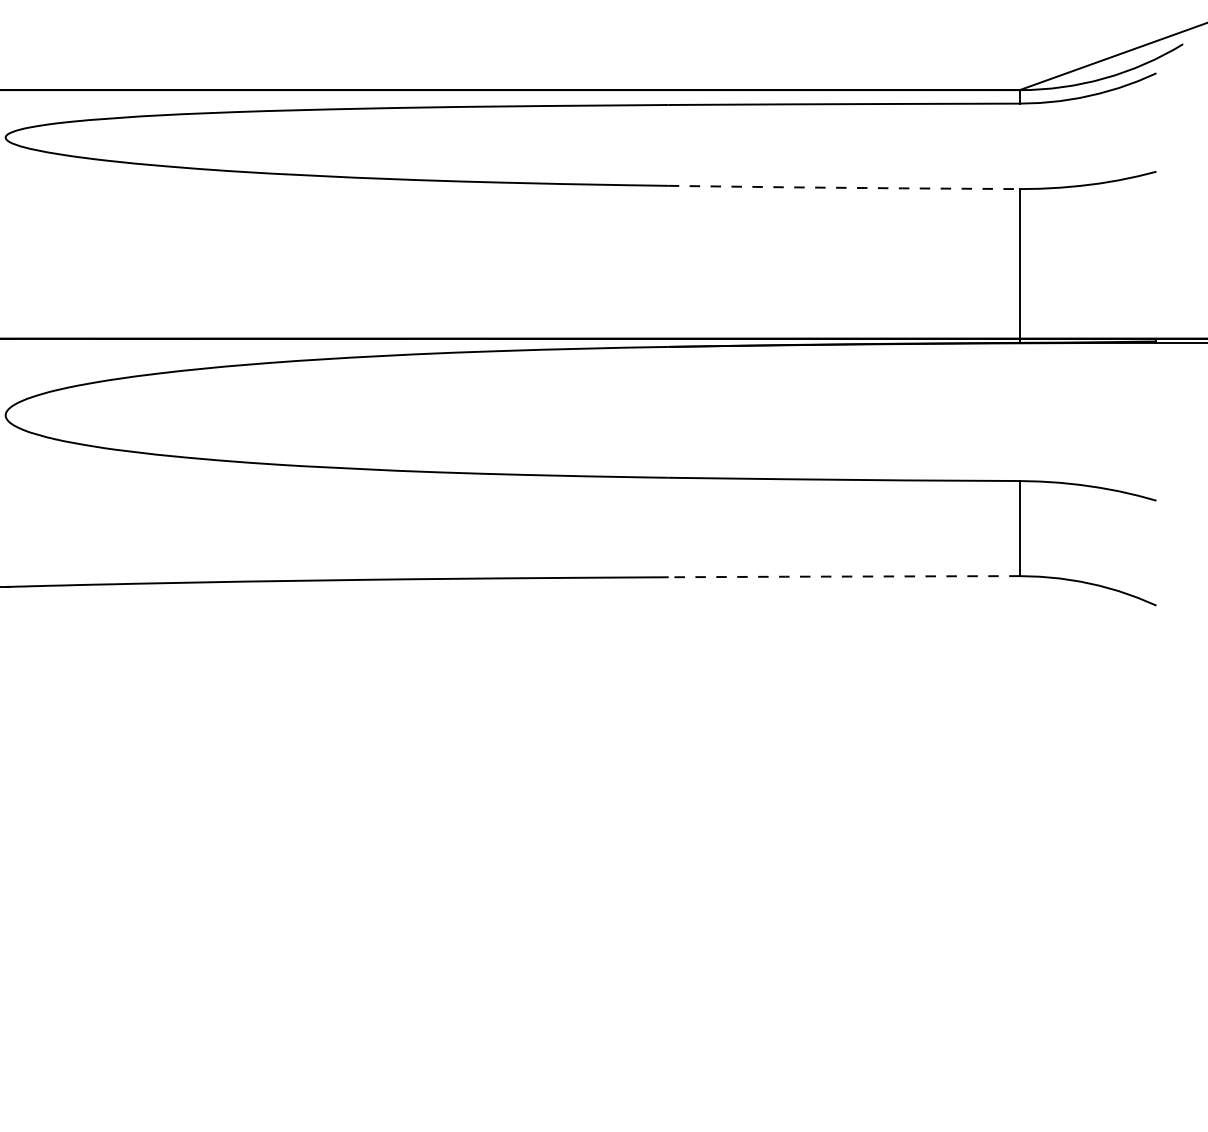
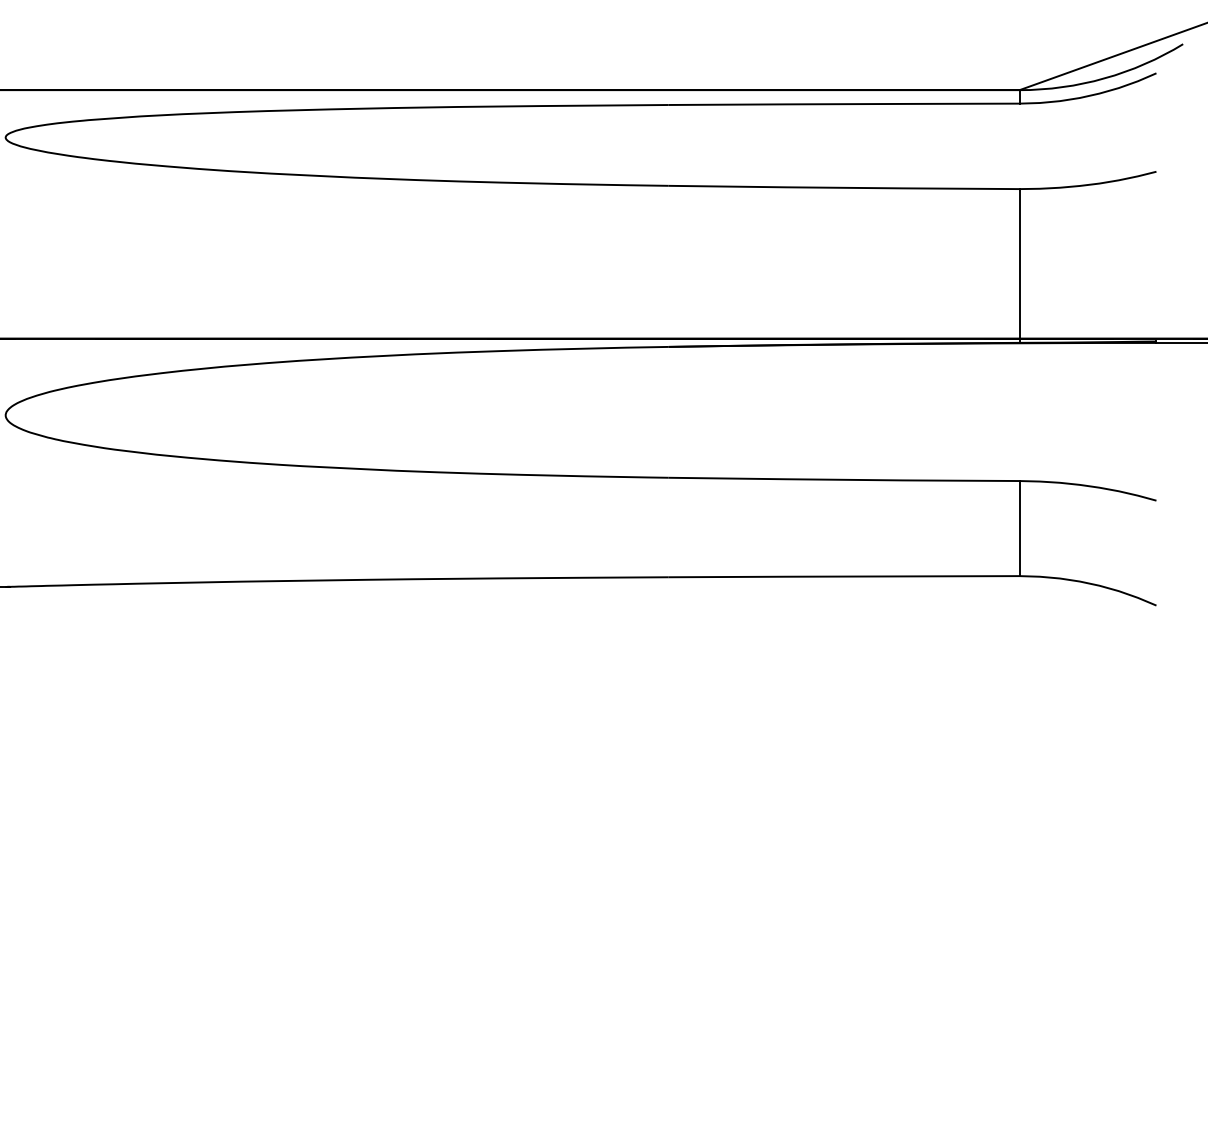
line at (844, 187): dashed -> solid
line at (844, 576): dashed -> solid
